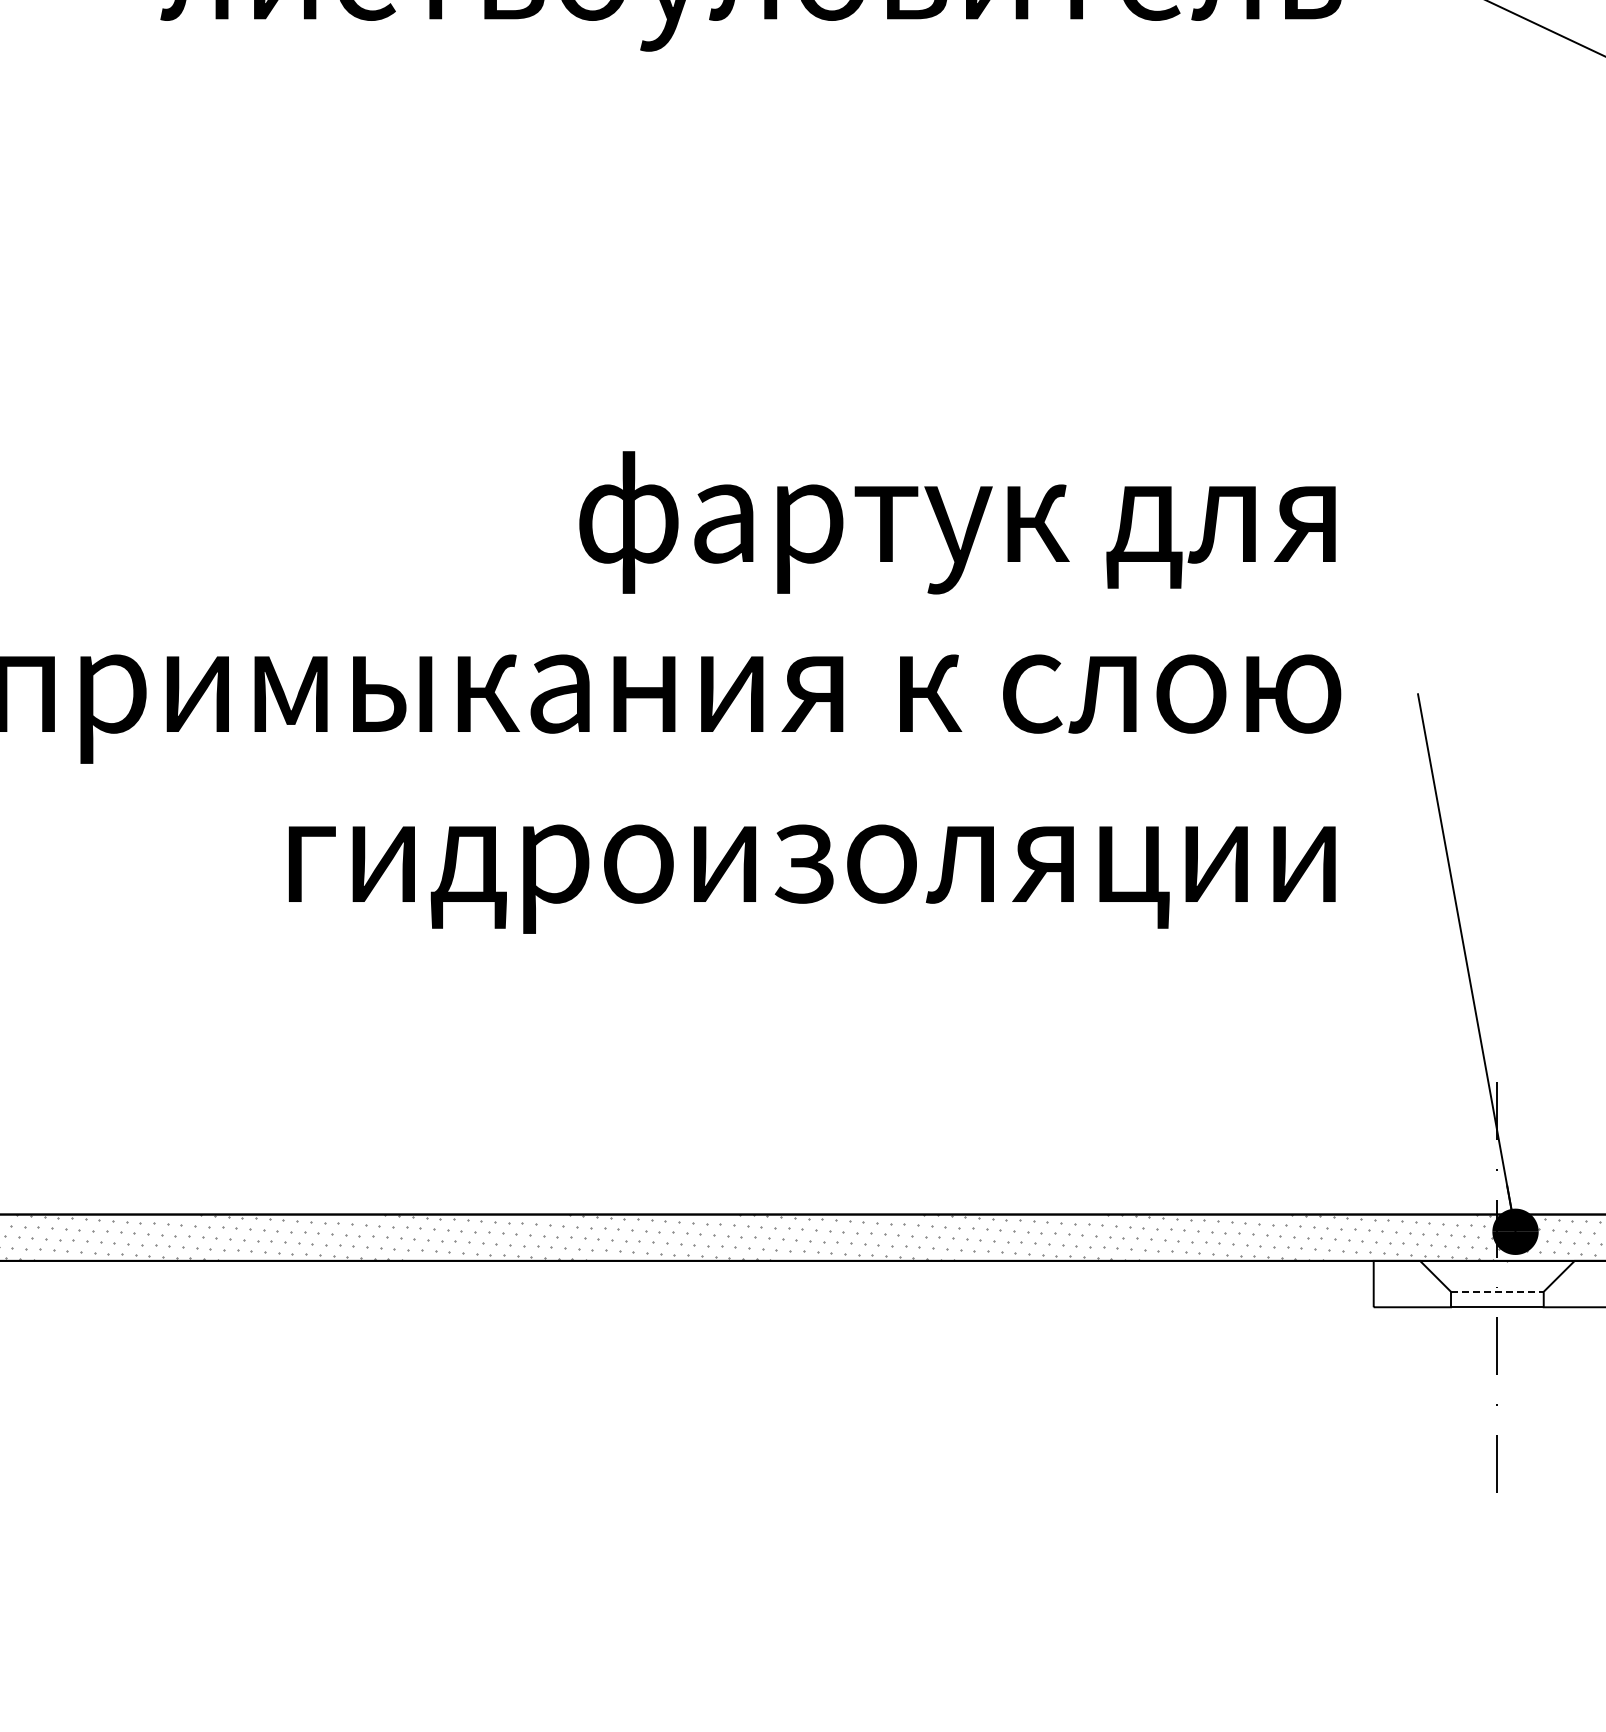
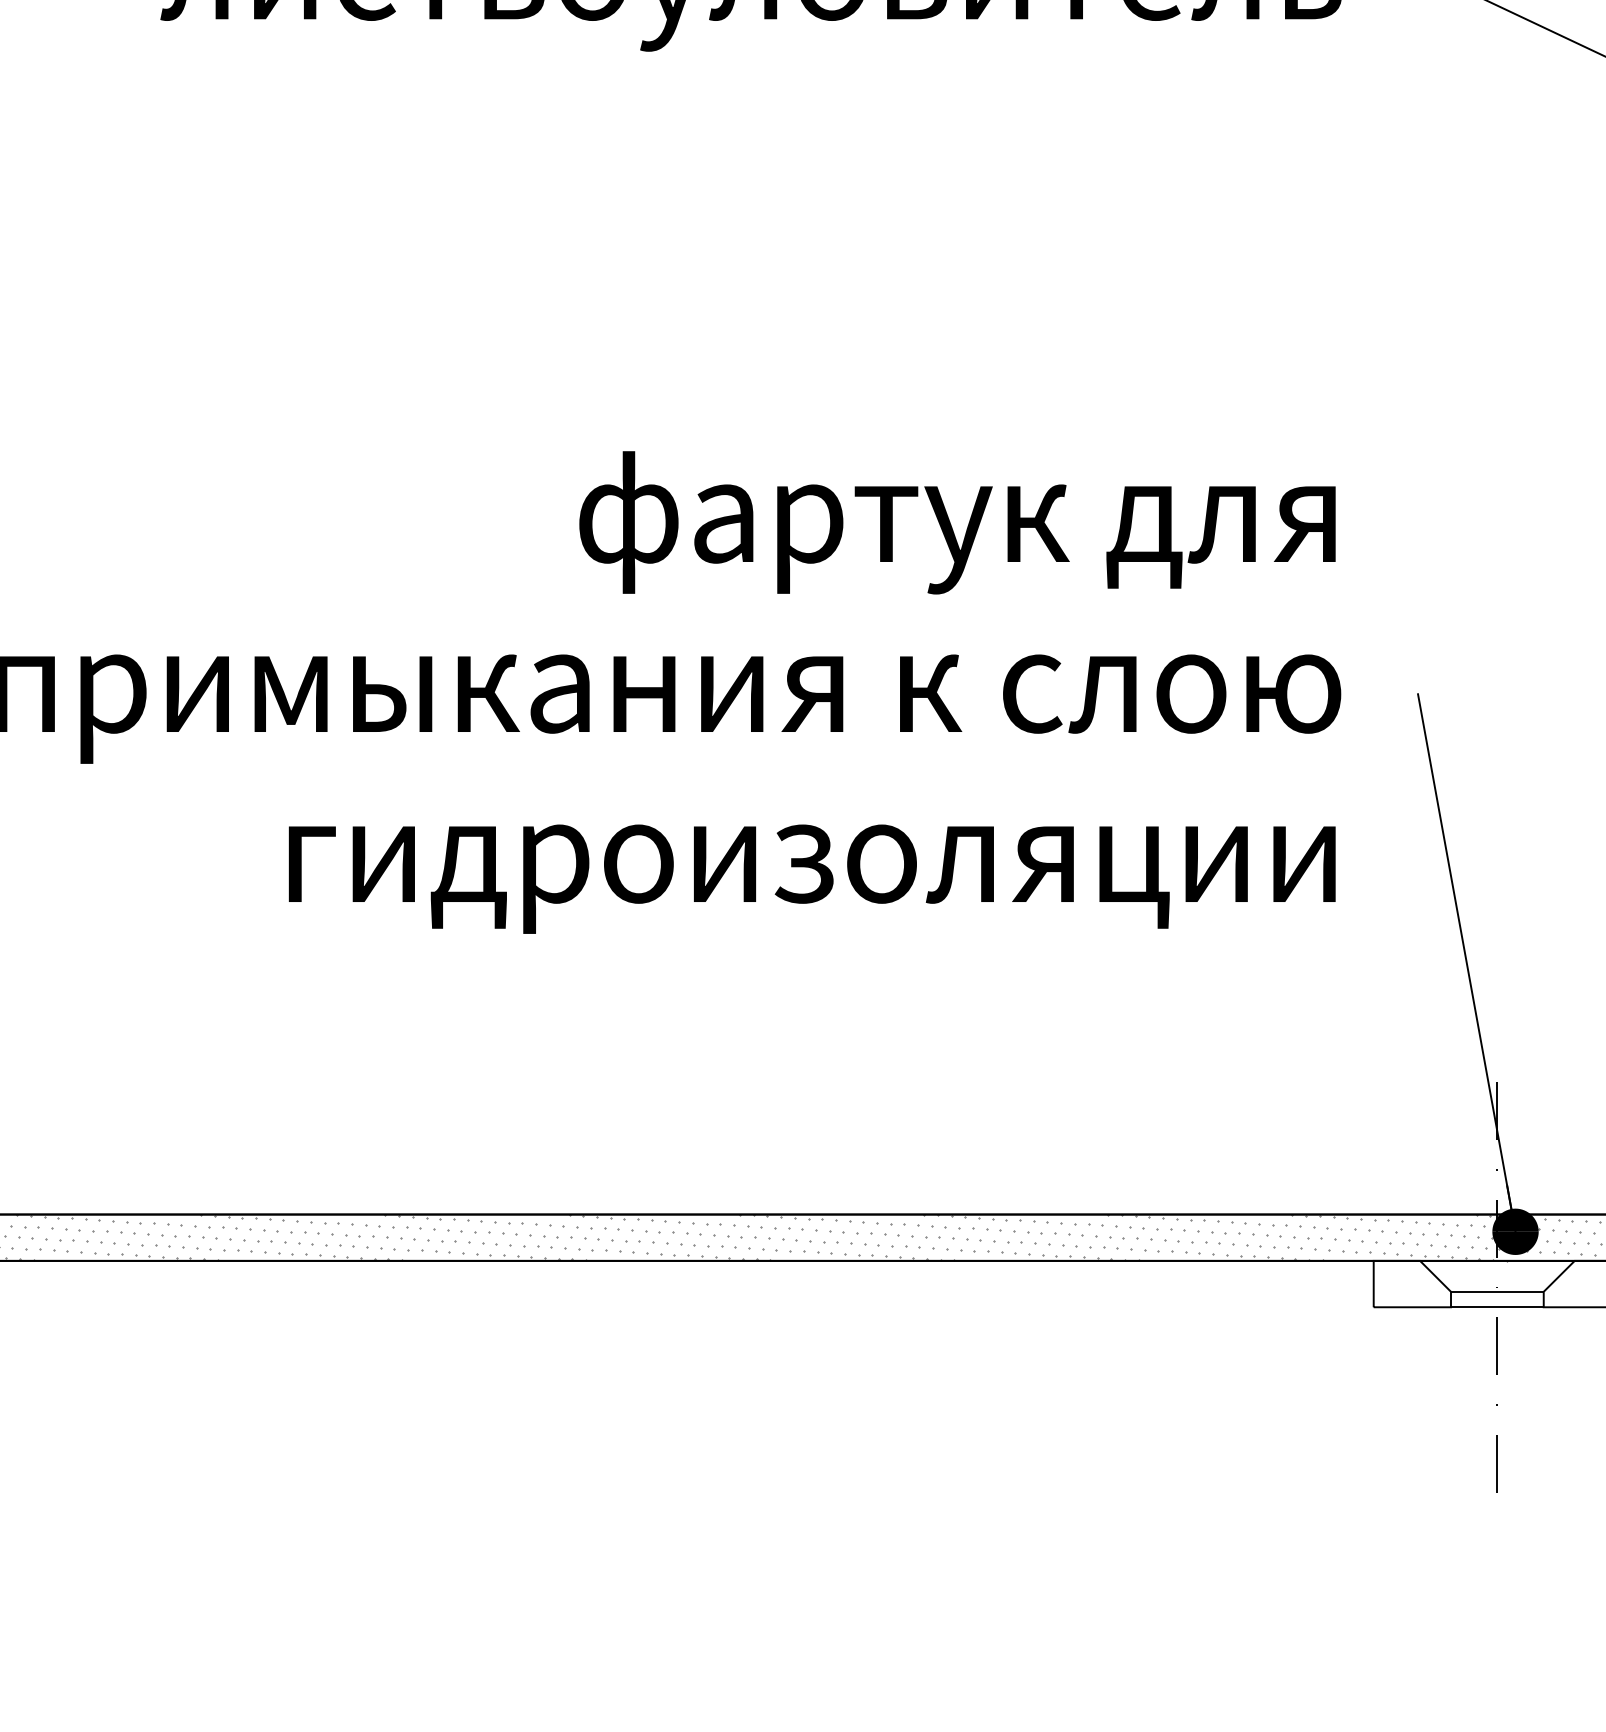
line at (1497, 1291): dashed -> solid
